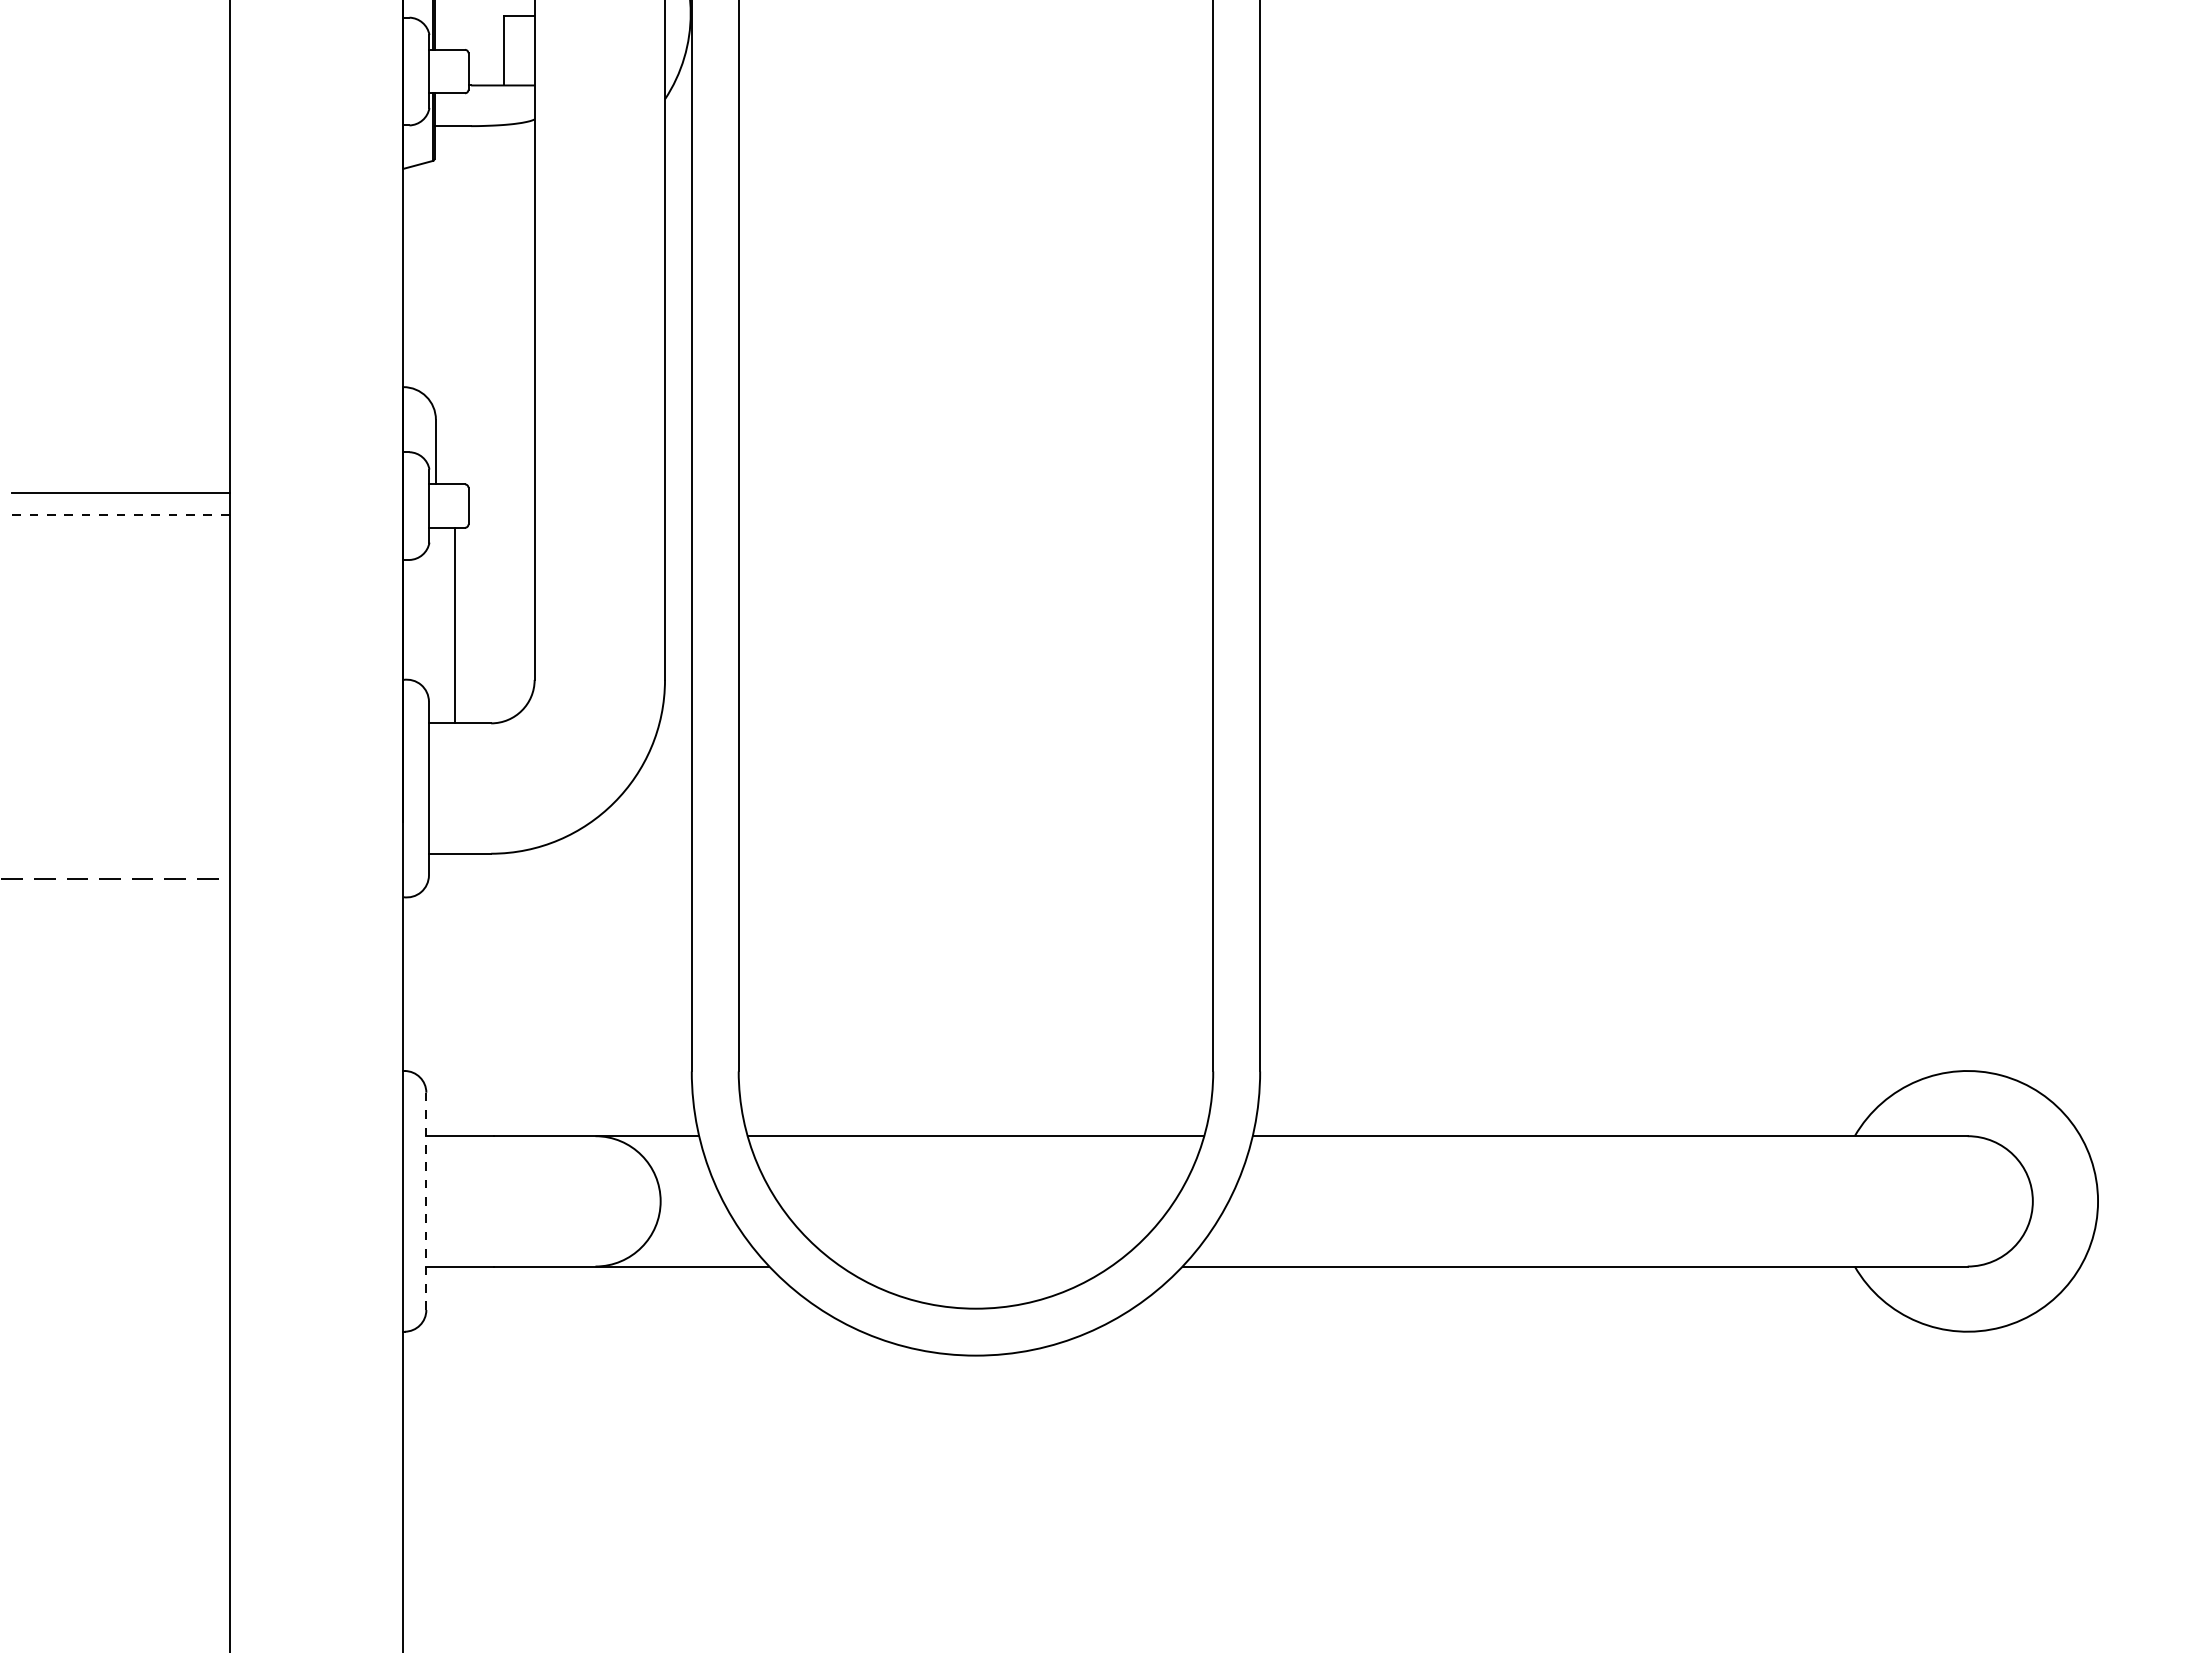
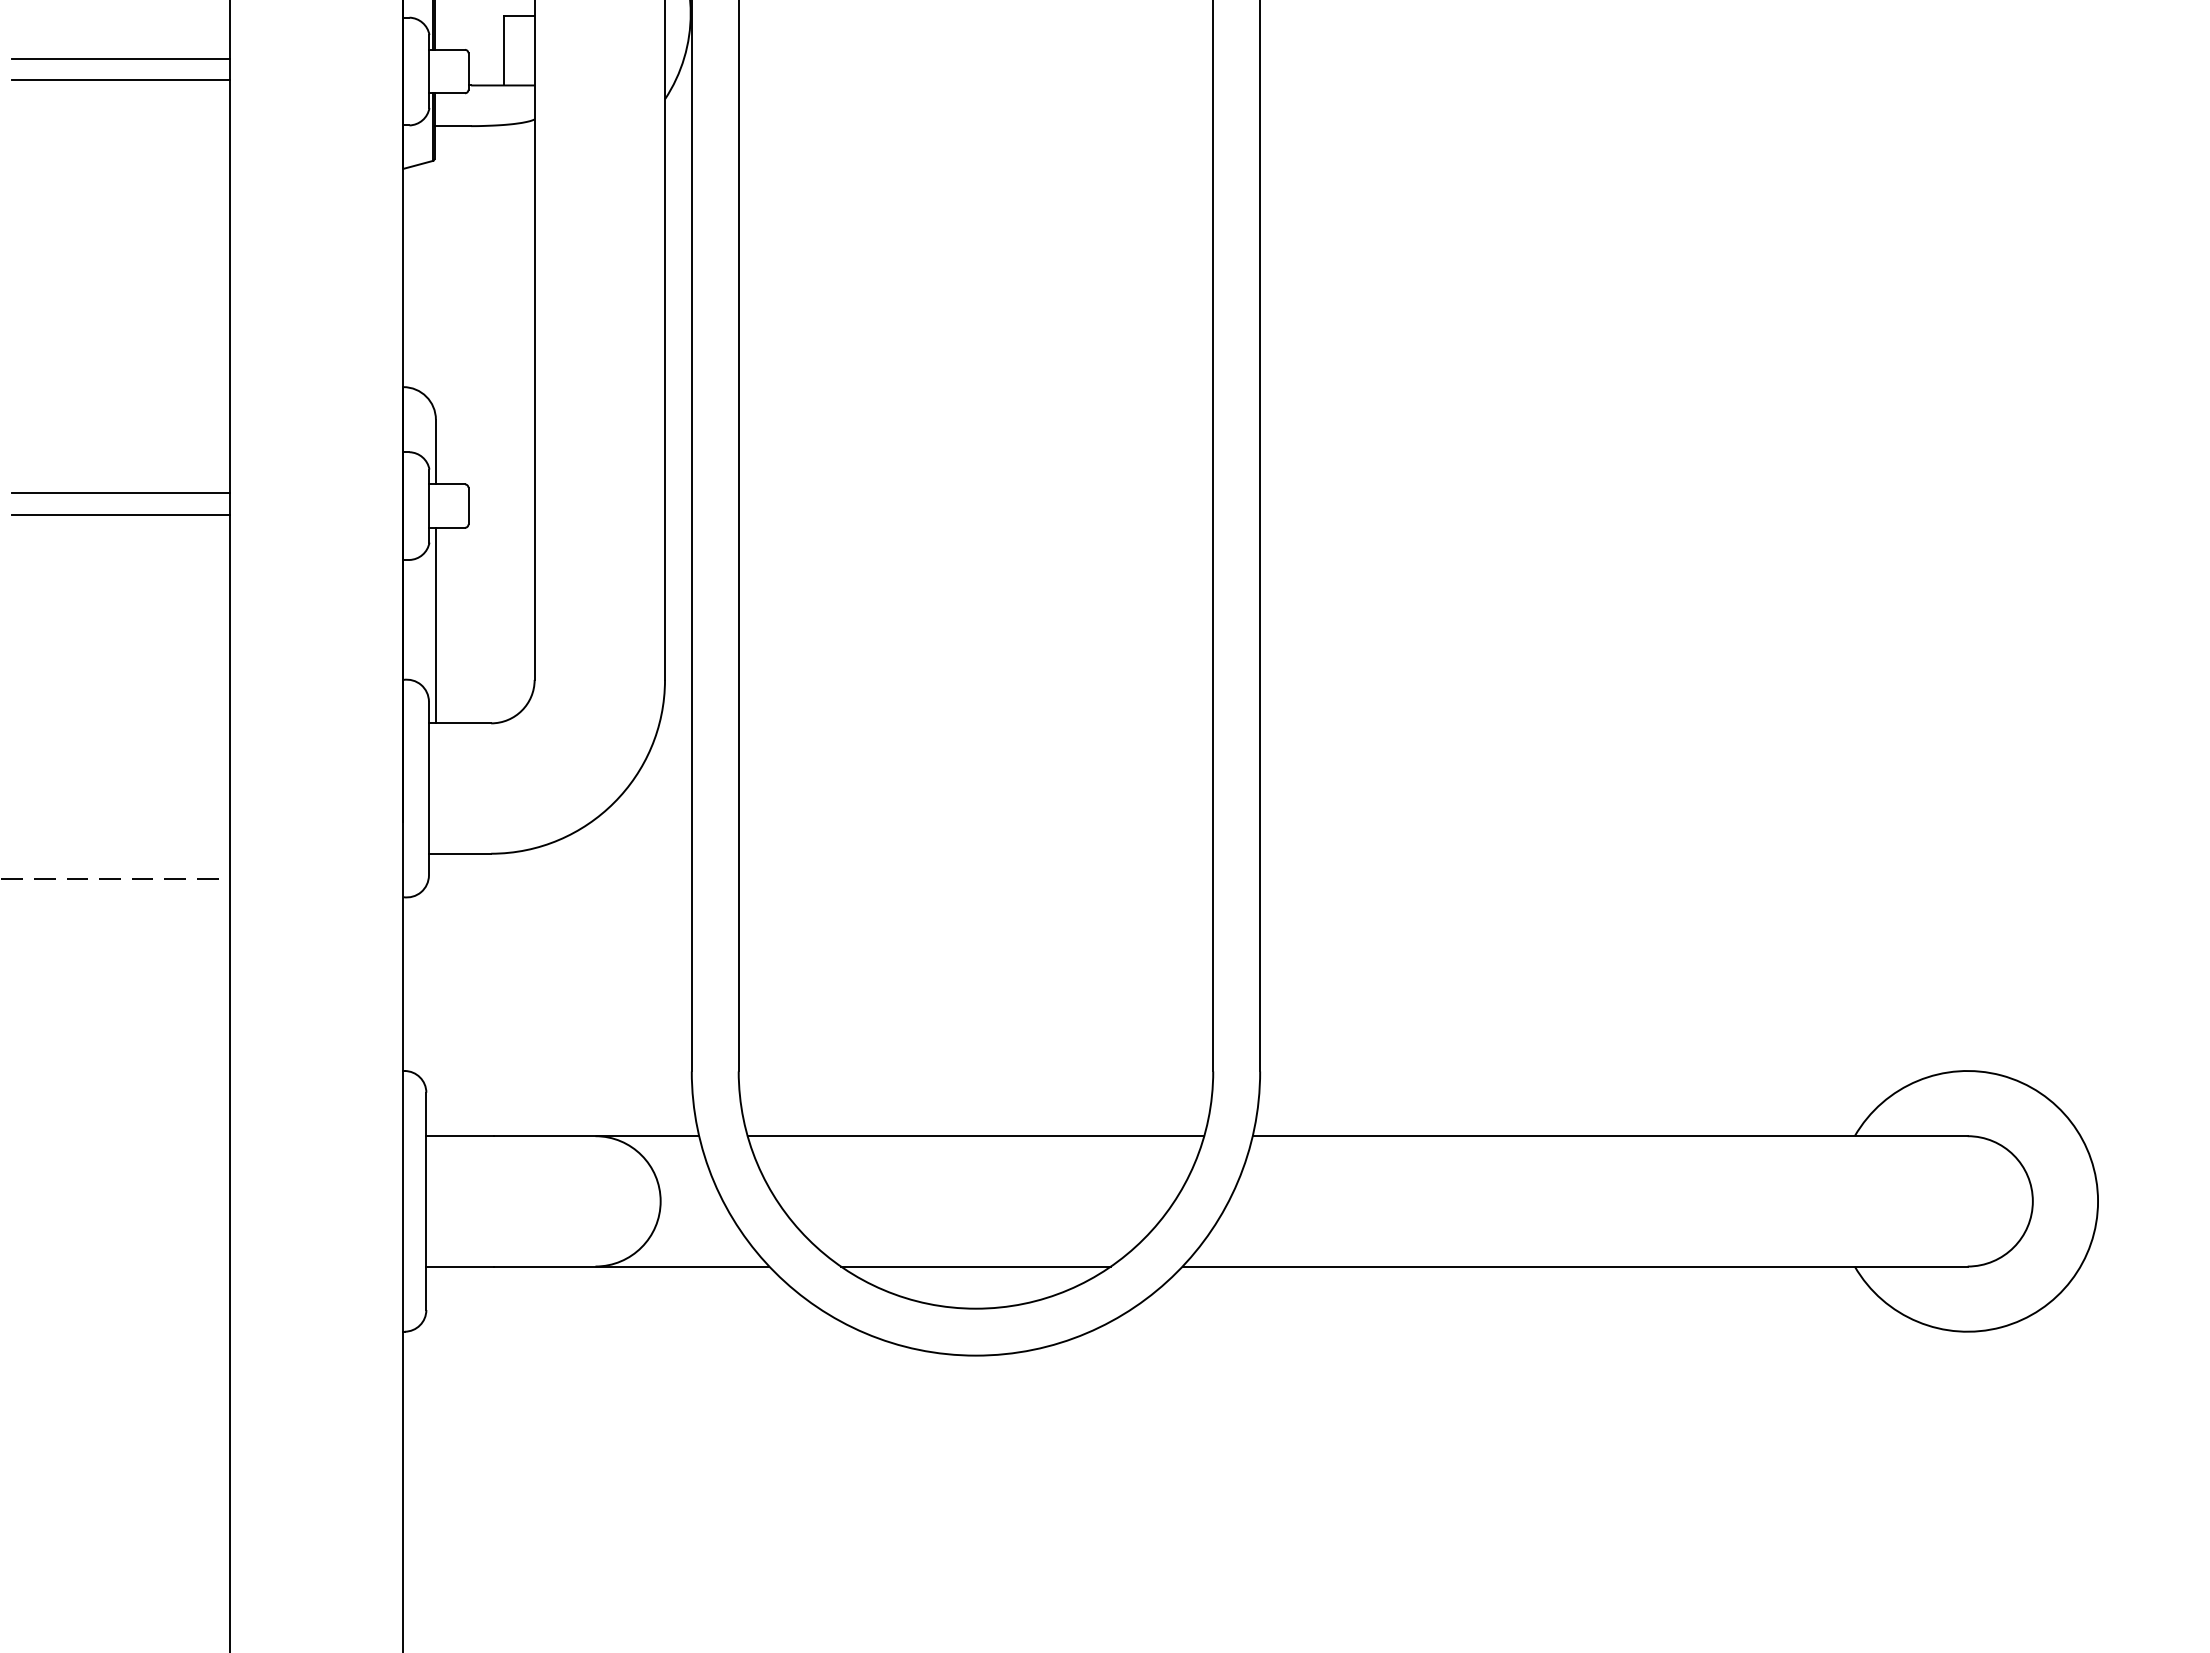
line at (120, 58): none -> present
line at (120, 80): none -> present
line at (120, 514): dashed -> solid
line at (454, 625) position: (454, 625) -> (435, 625)
line at (426, 1201): dashed -> solid
line at (975, 1266): none -> present
